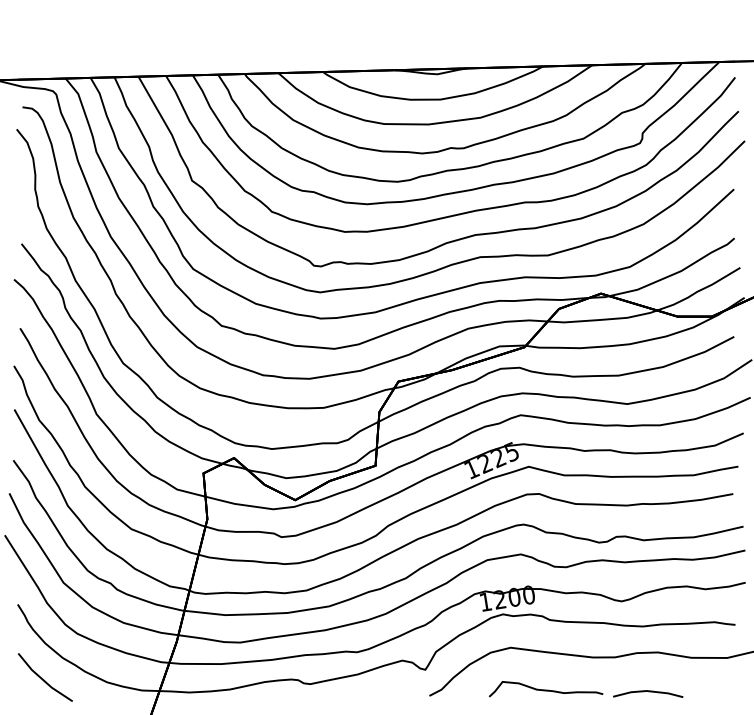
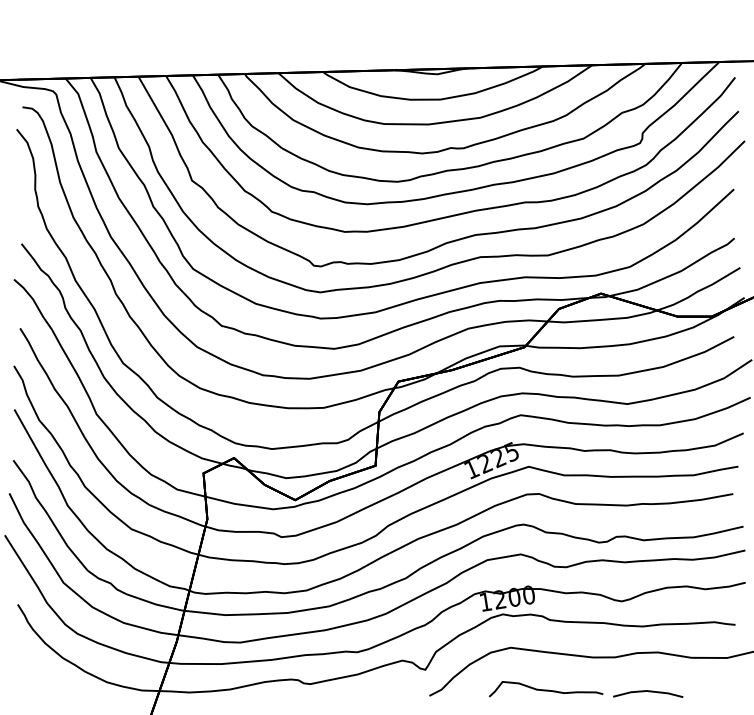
line at (44, 679): present -> none
